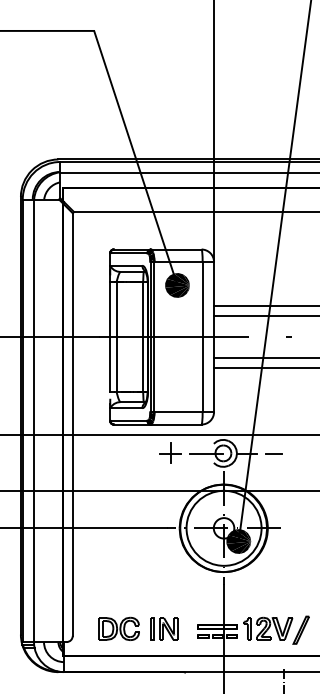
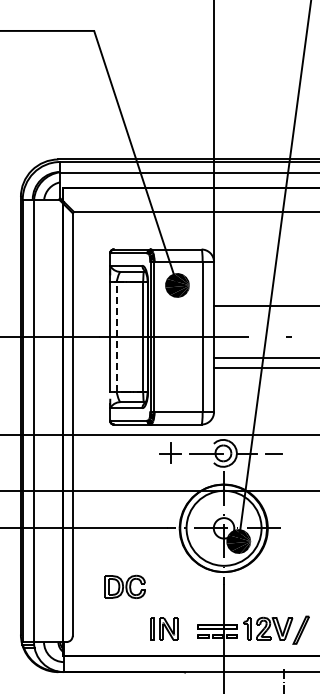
line at (265, 315): present -> none
line at (116, 336): solid -> dashed
part at (118, 628) position: (118, 628) -> (124, 586)
